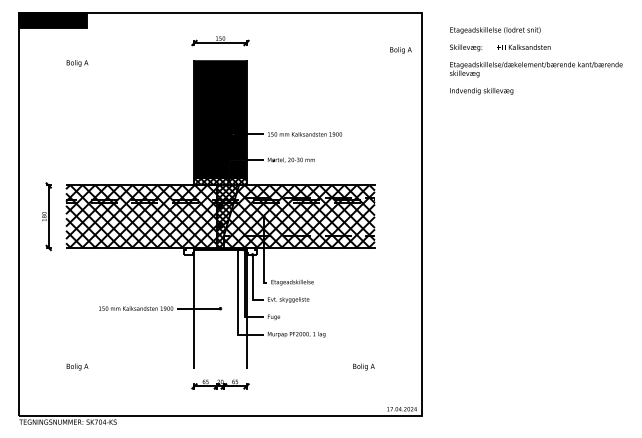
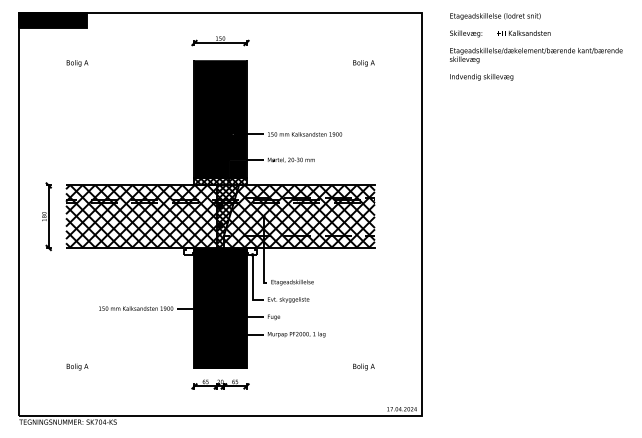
text at (400, 50) position: (400, 50) -> (363, 63)
text at (536, 60) position: (536, 60) -> (536, 46)
fill at (220, 309): none -> present
